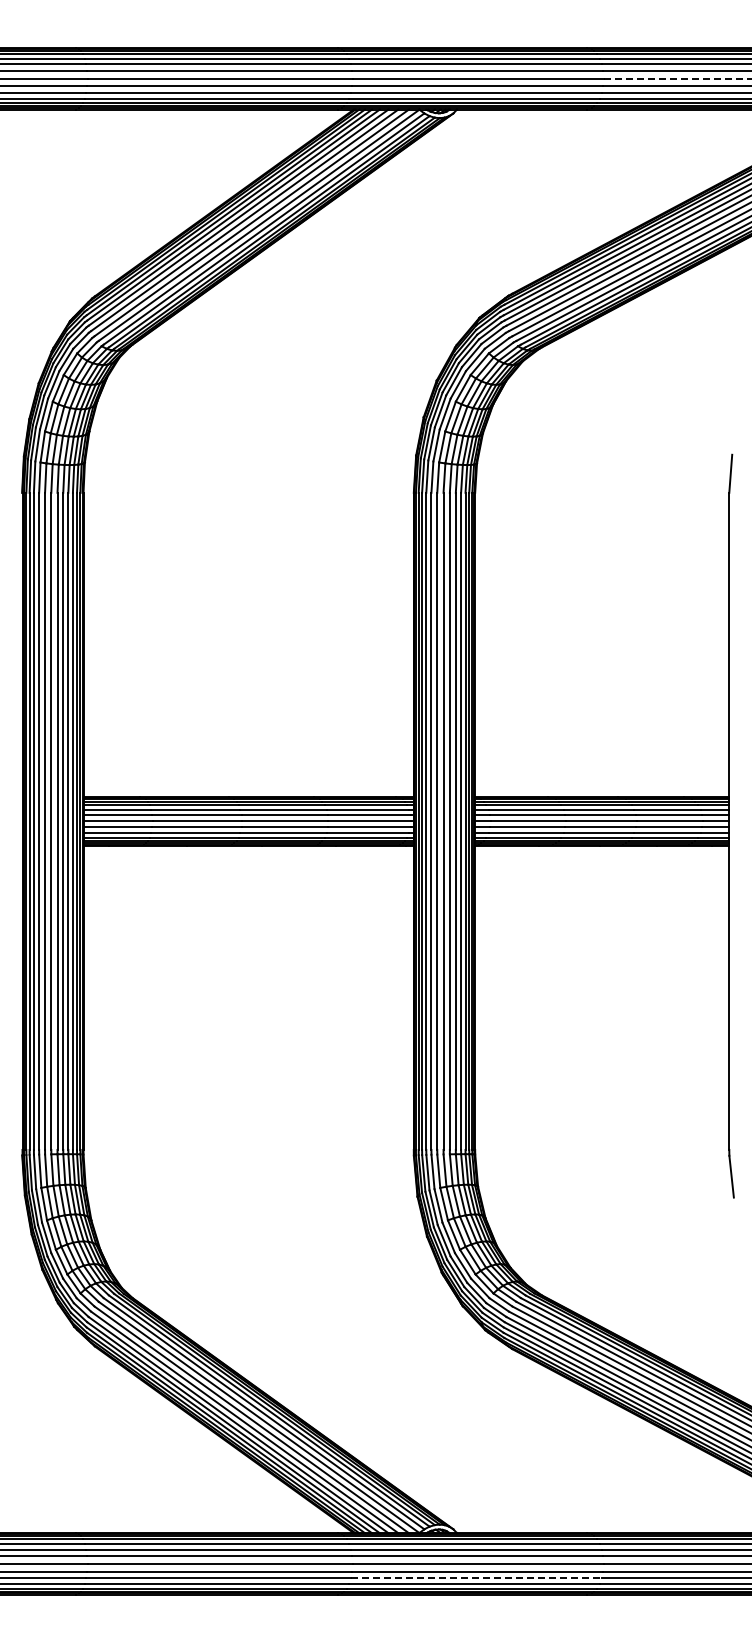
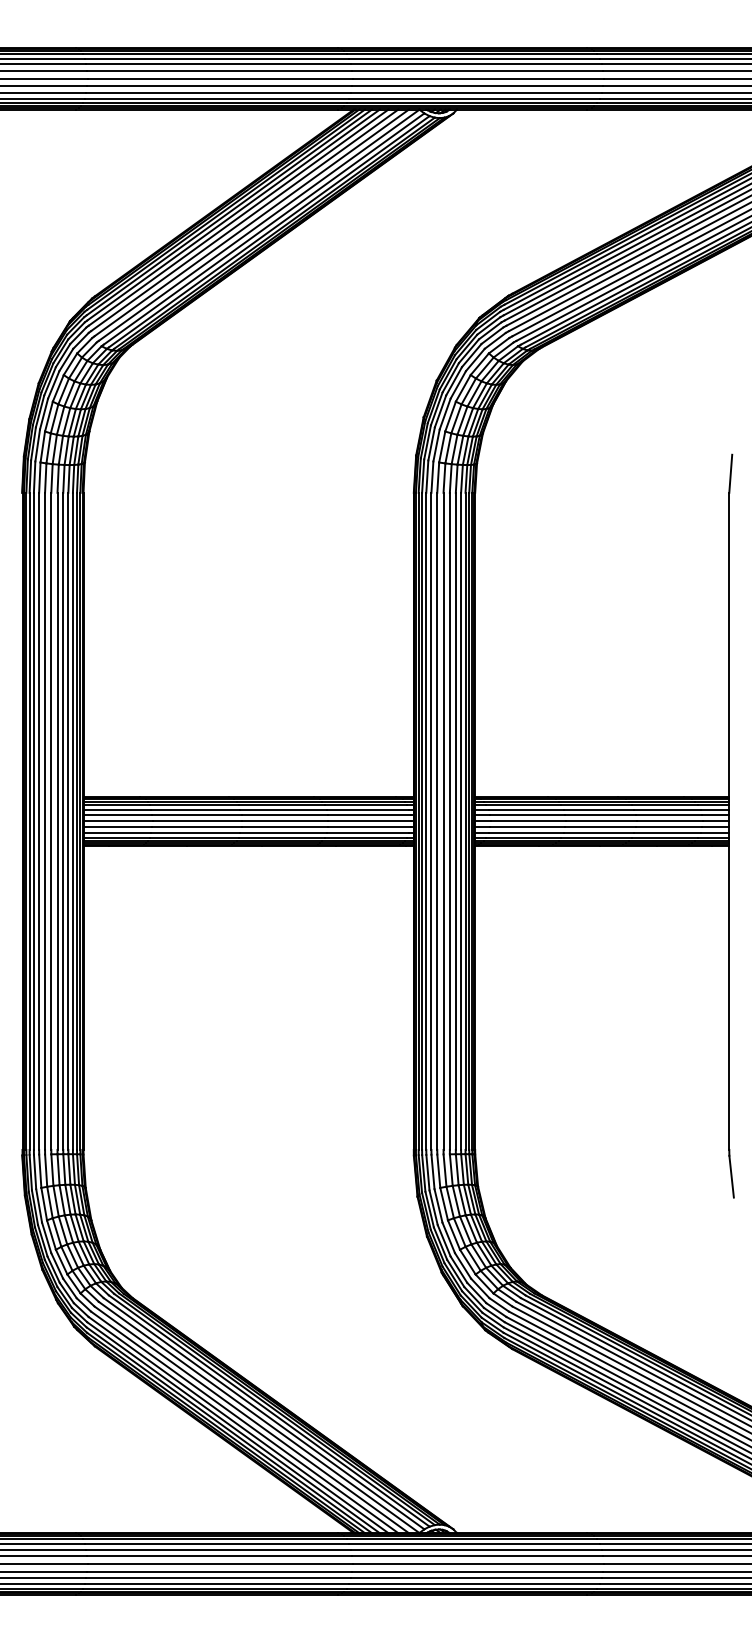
line at (677, 78): dashed -> solid
line at (476, 1578): dashed -> solid
